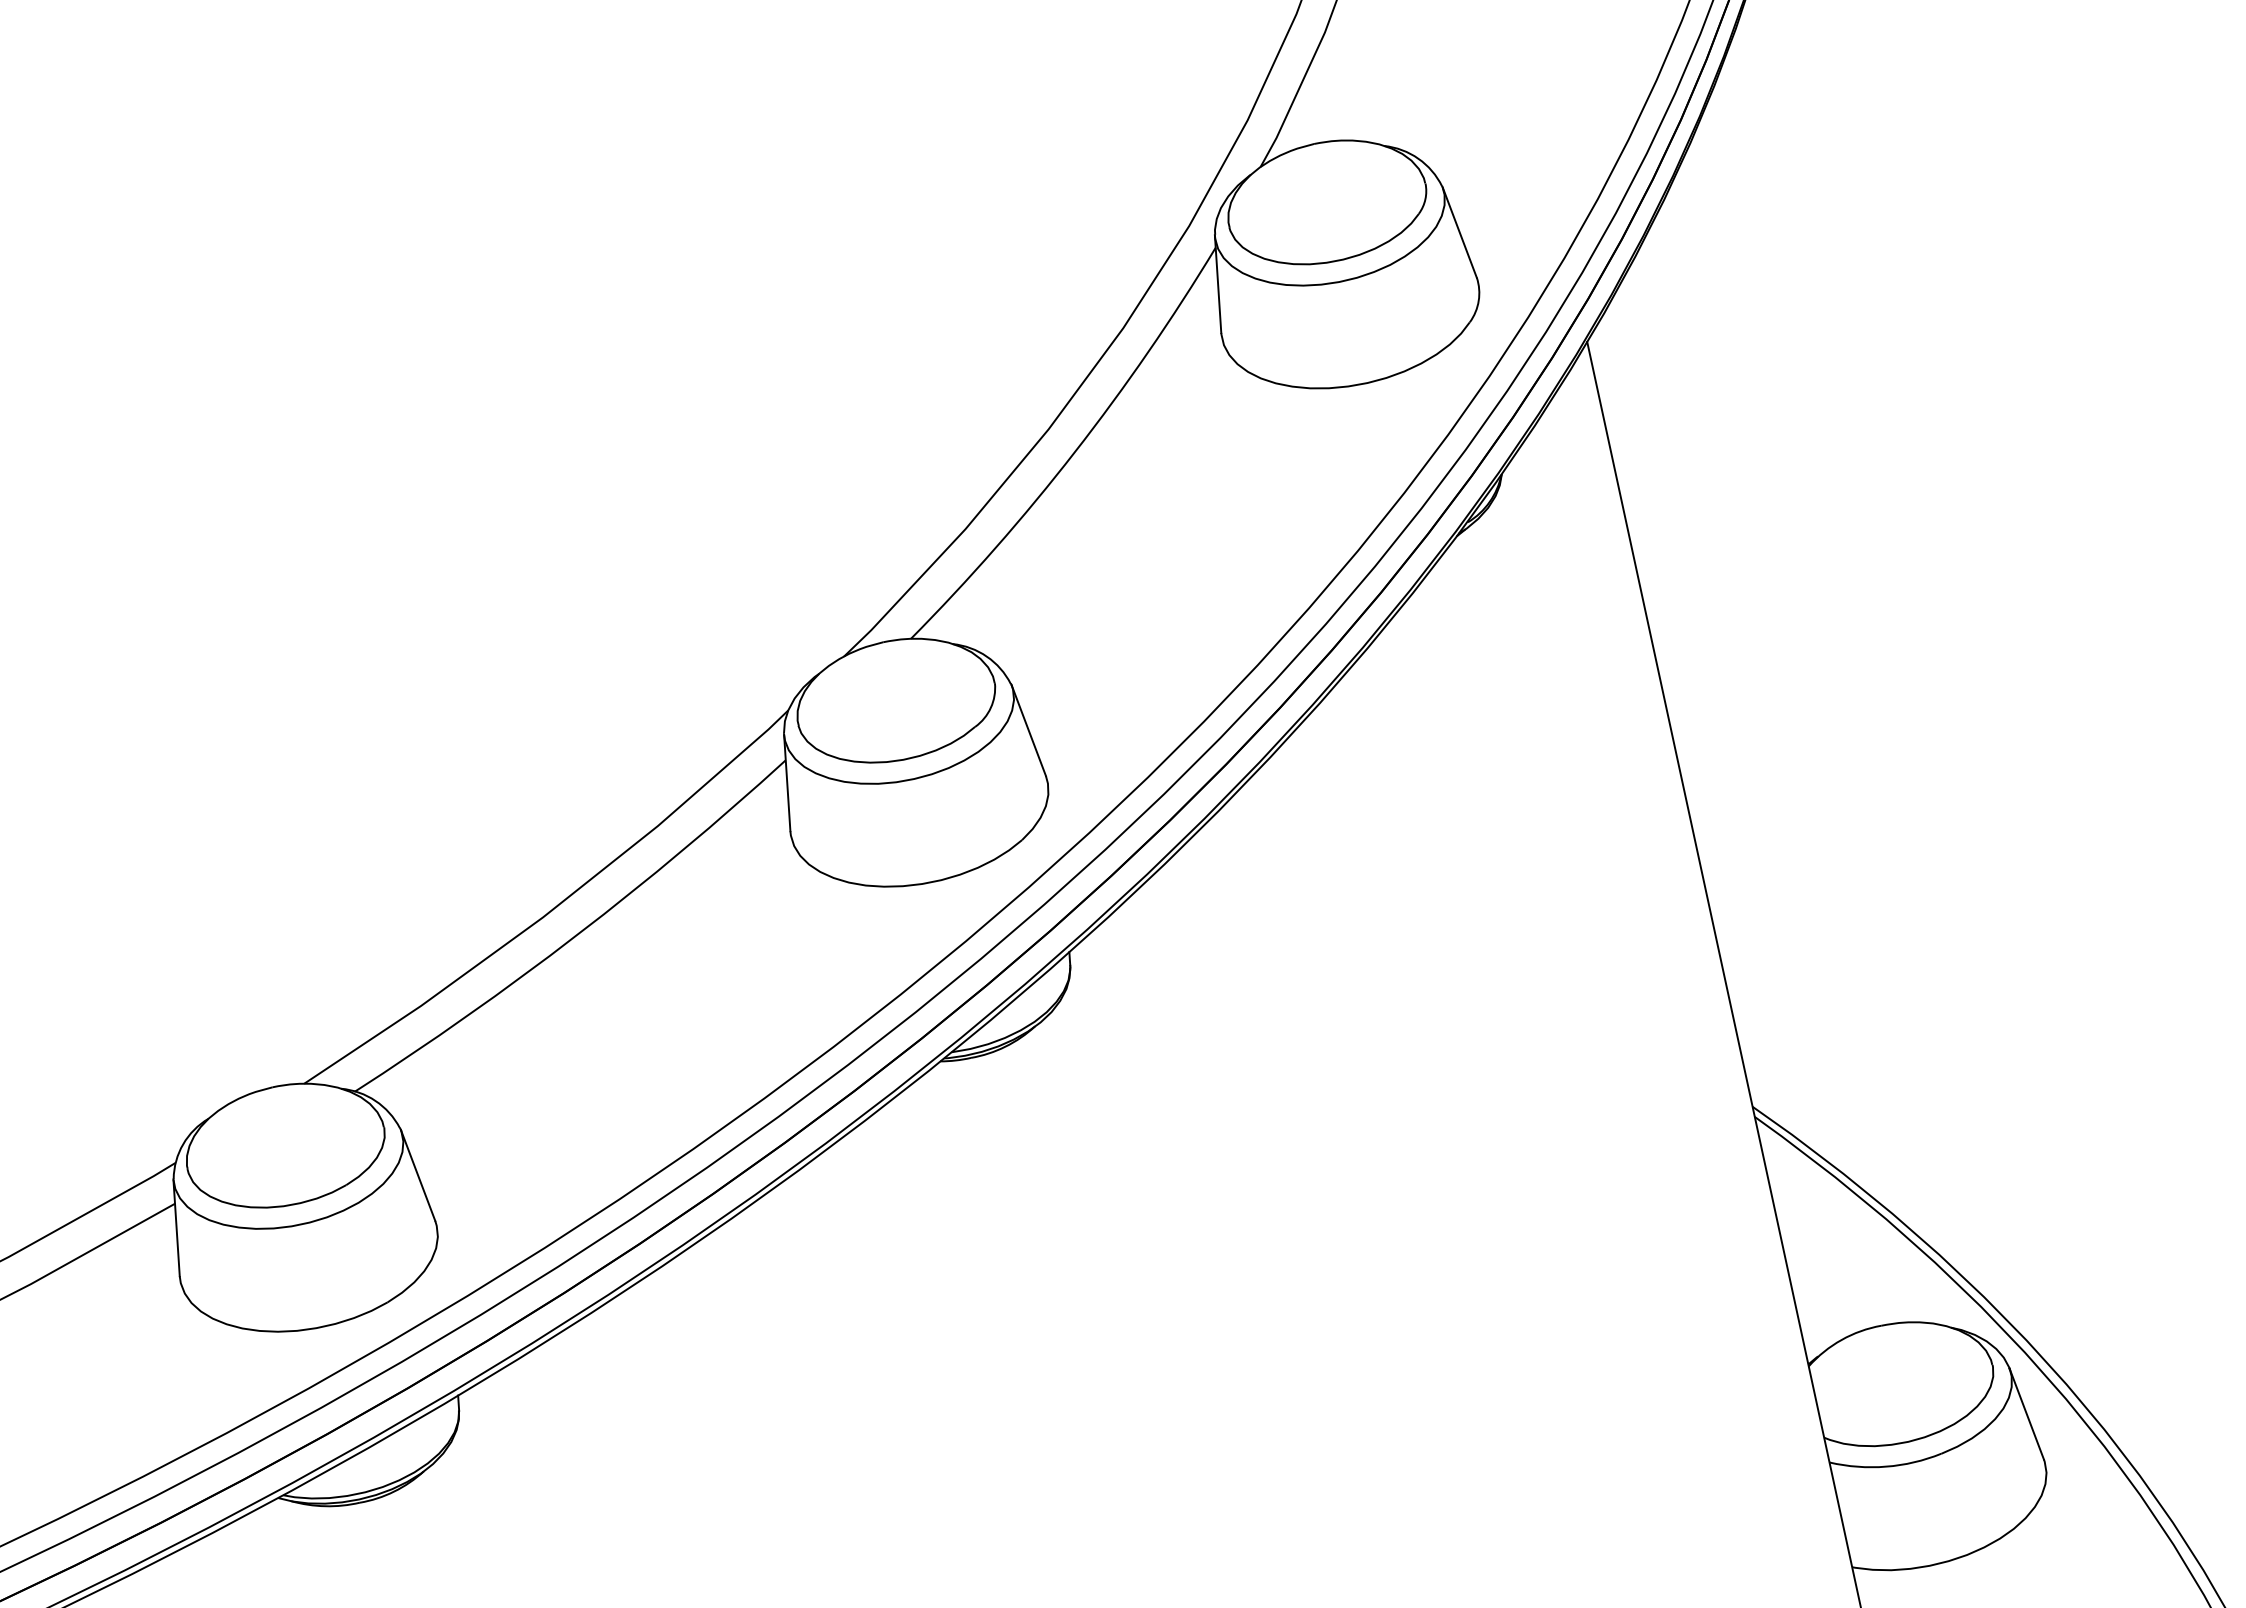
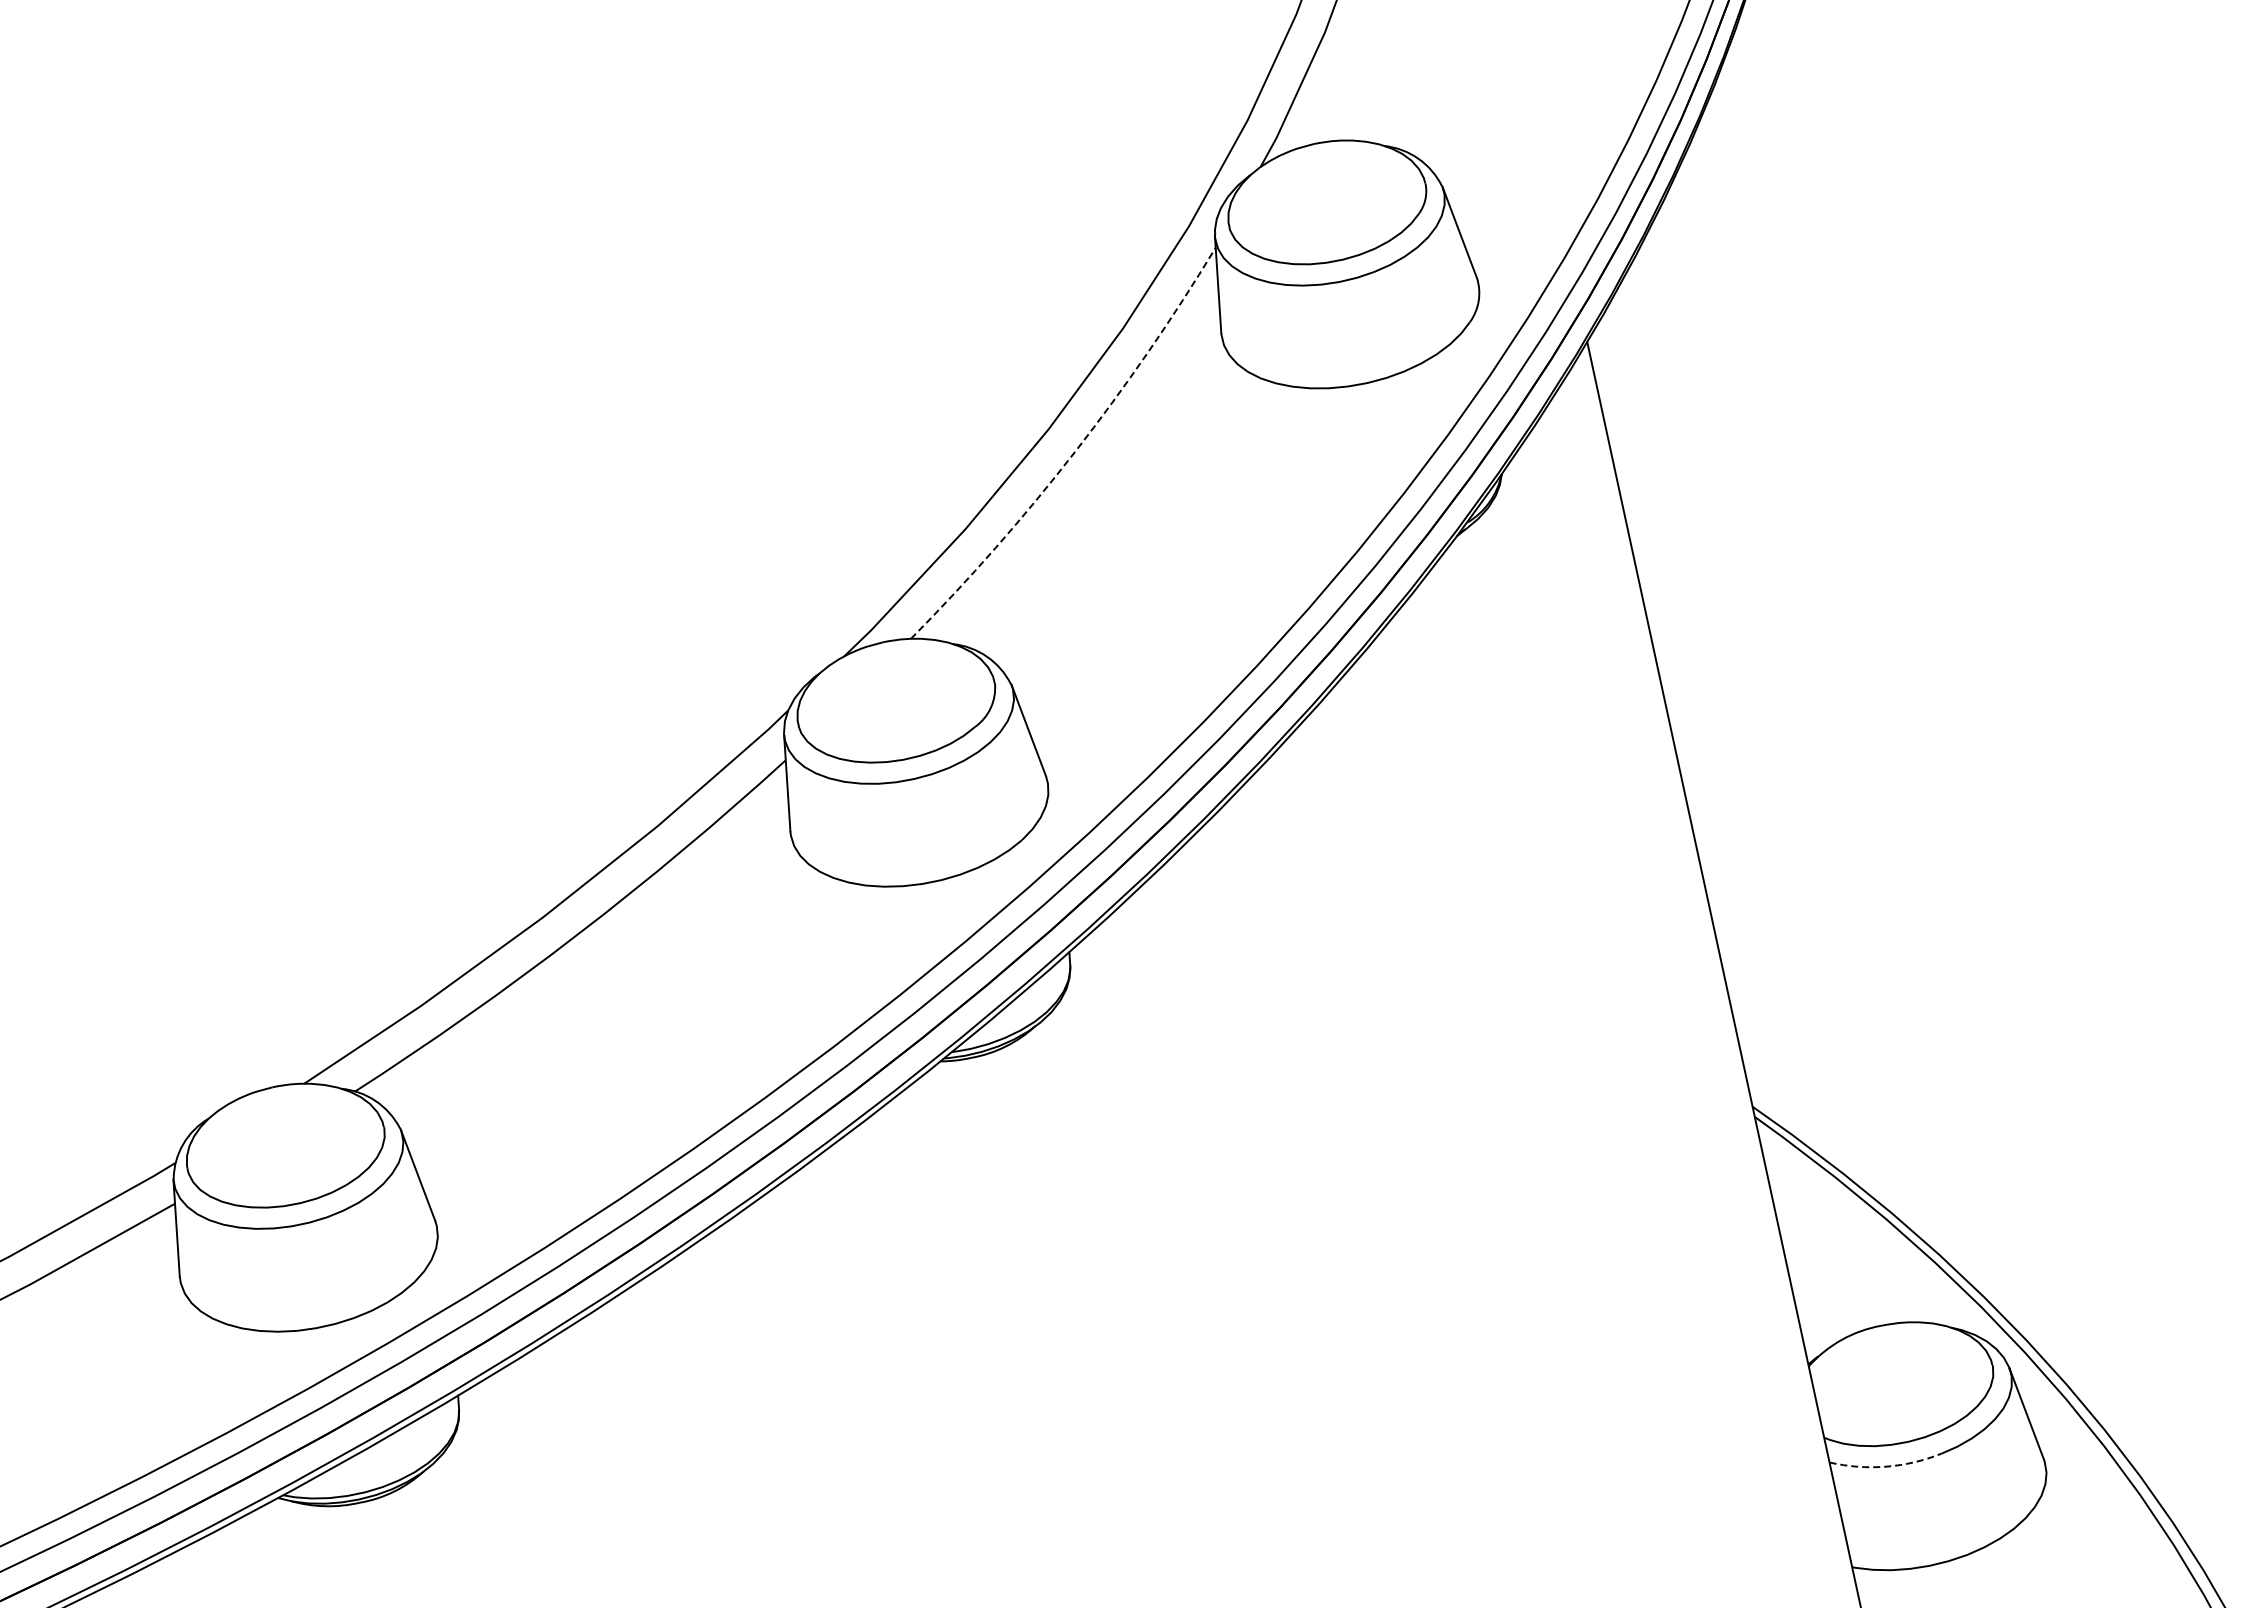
arc at (1074, 452): solid -> dashed
arc at (1886, 1466): solid -> dashed
